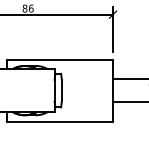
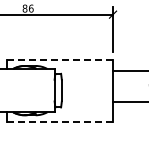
line at (60, 59): solid -> dashed
line at (129, 79) position: (129, 79) -> (129, 71)
line at (60, 121): solid -> dashed
